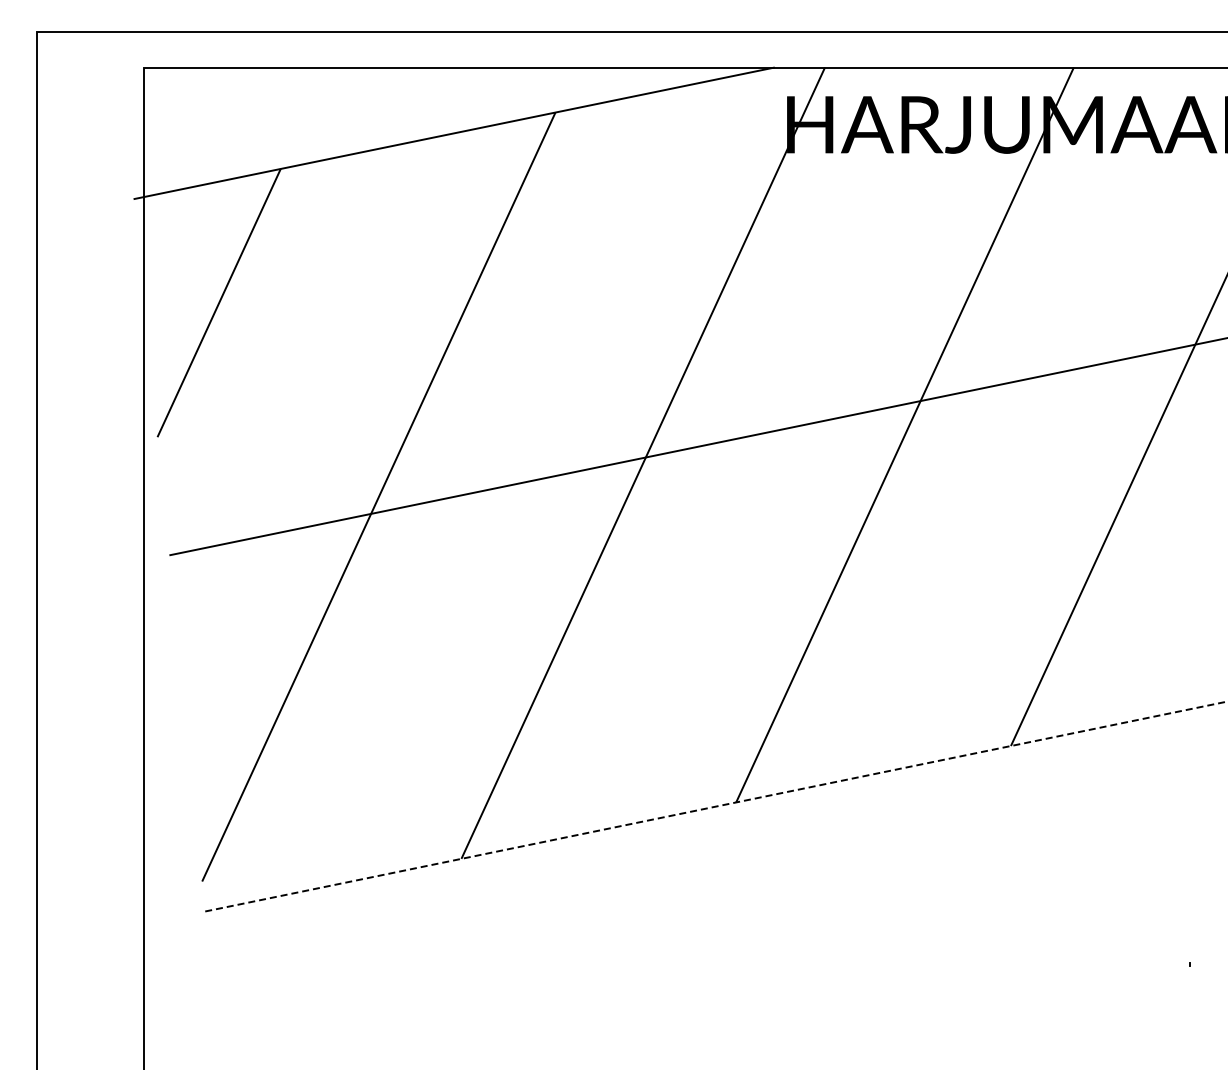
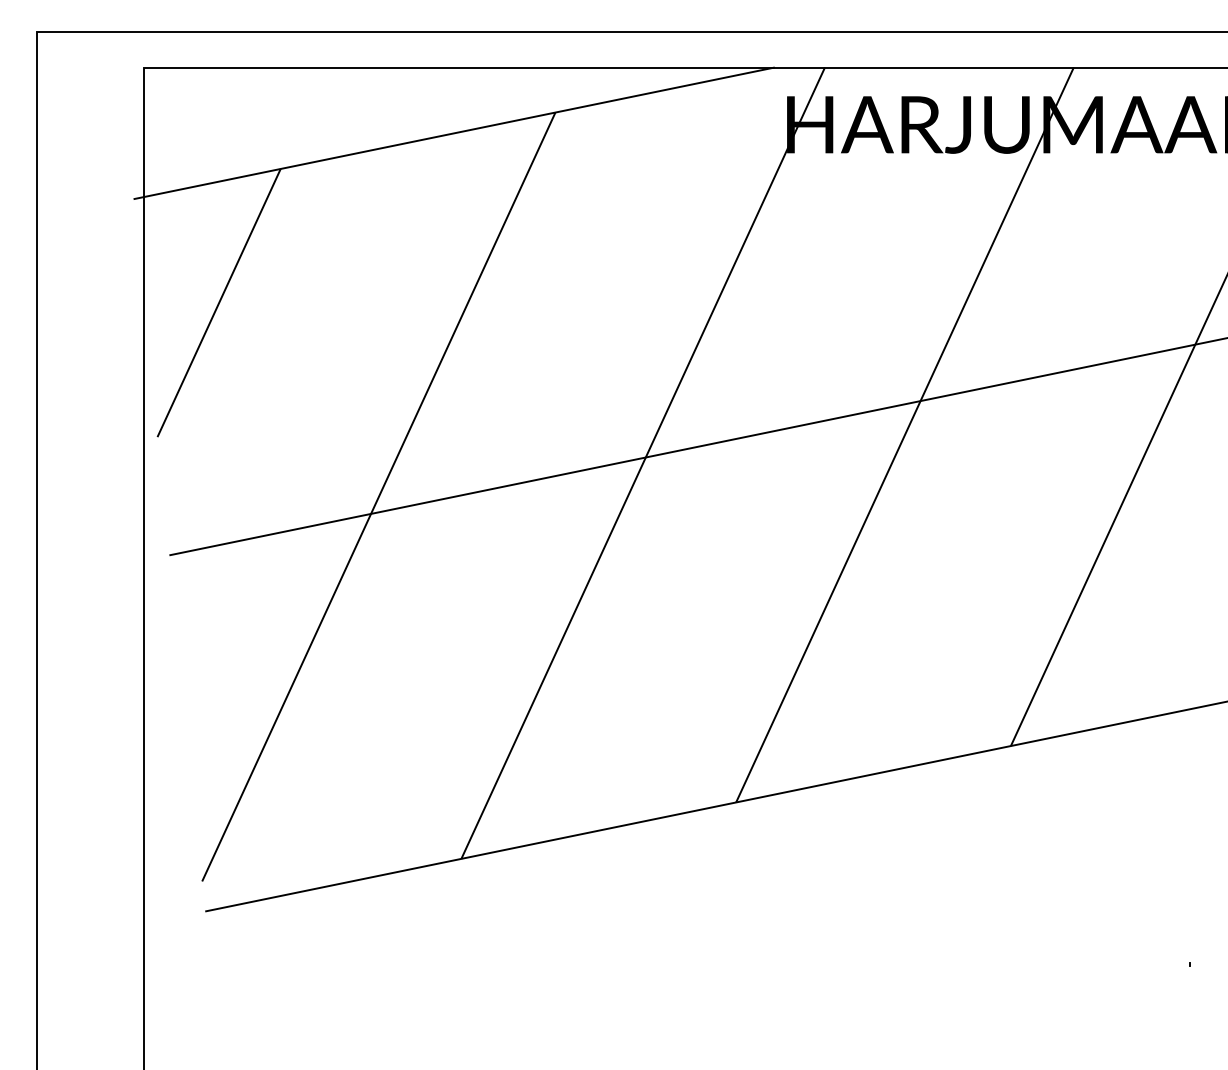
line at (716, 806): dashed -> solid
